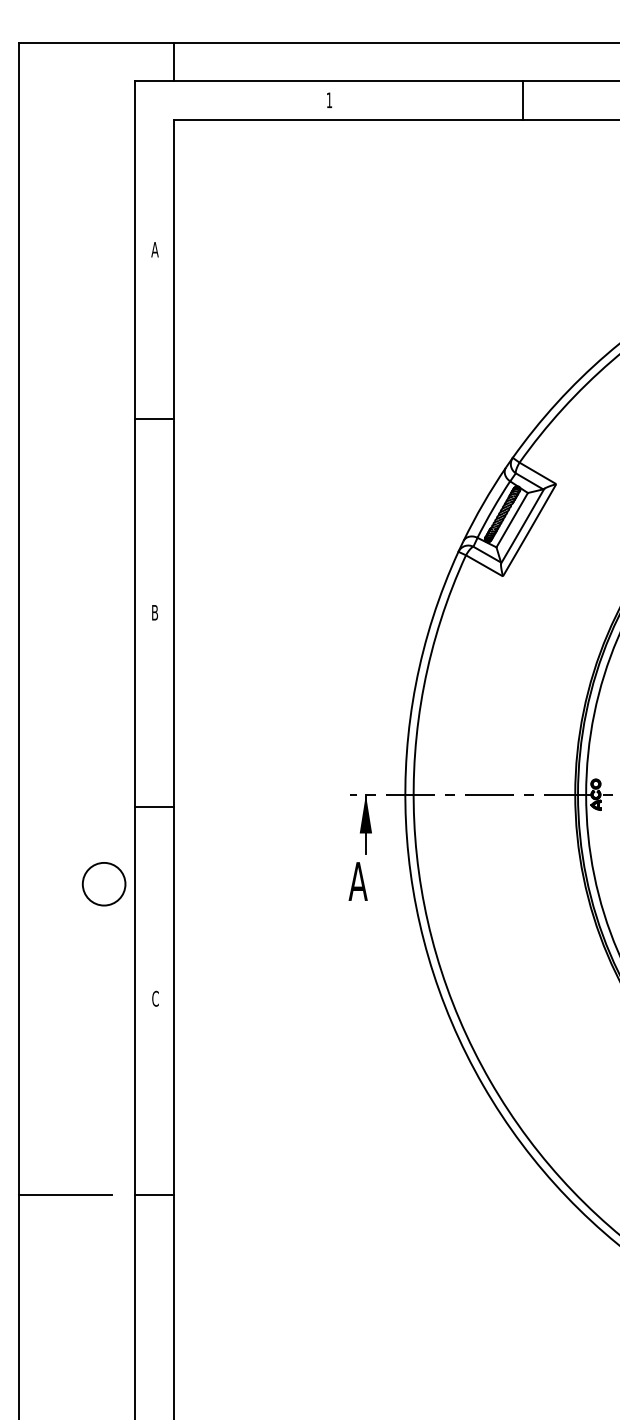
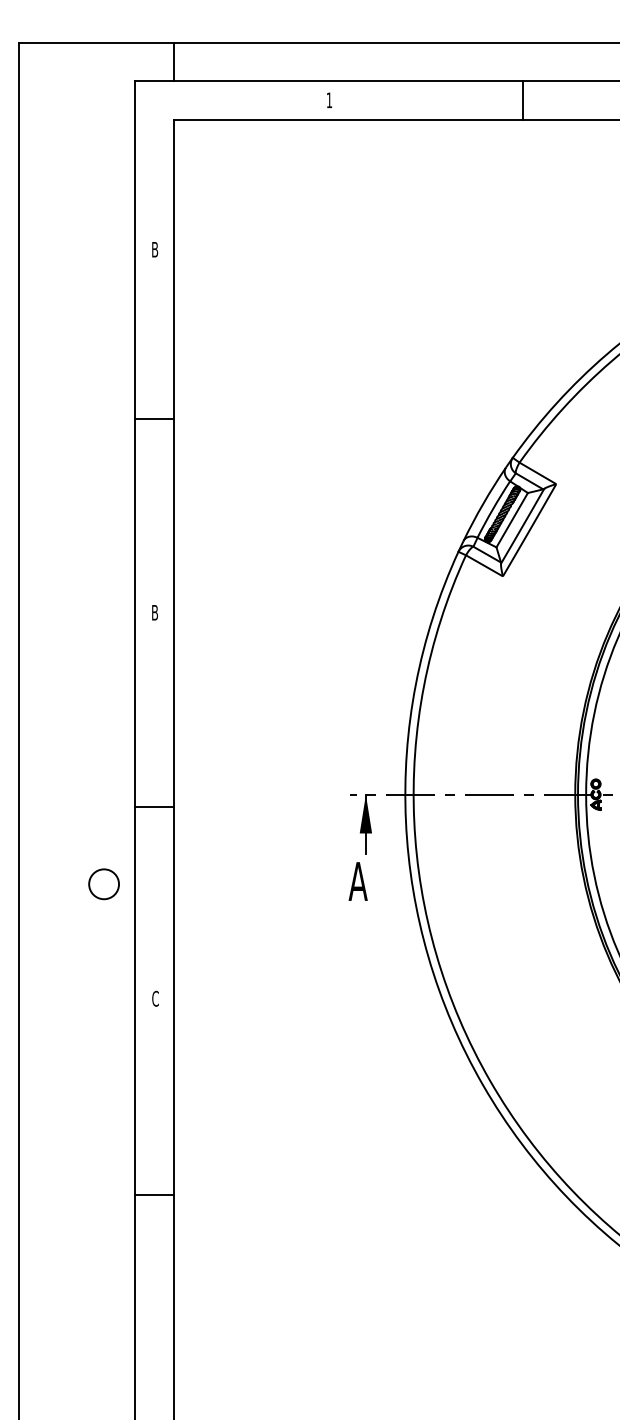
text at (154, 249): A -> B
circle at (103, 884) size: 46x45 px -> 32x33 px
line at (64, 1194): present -> none
